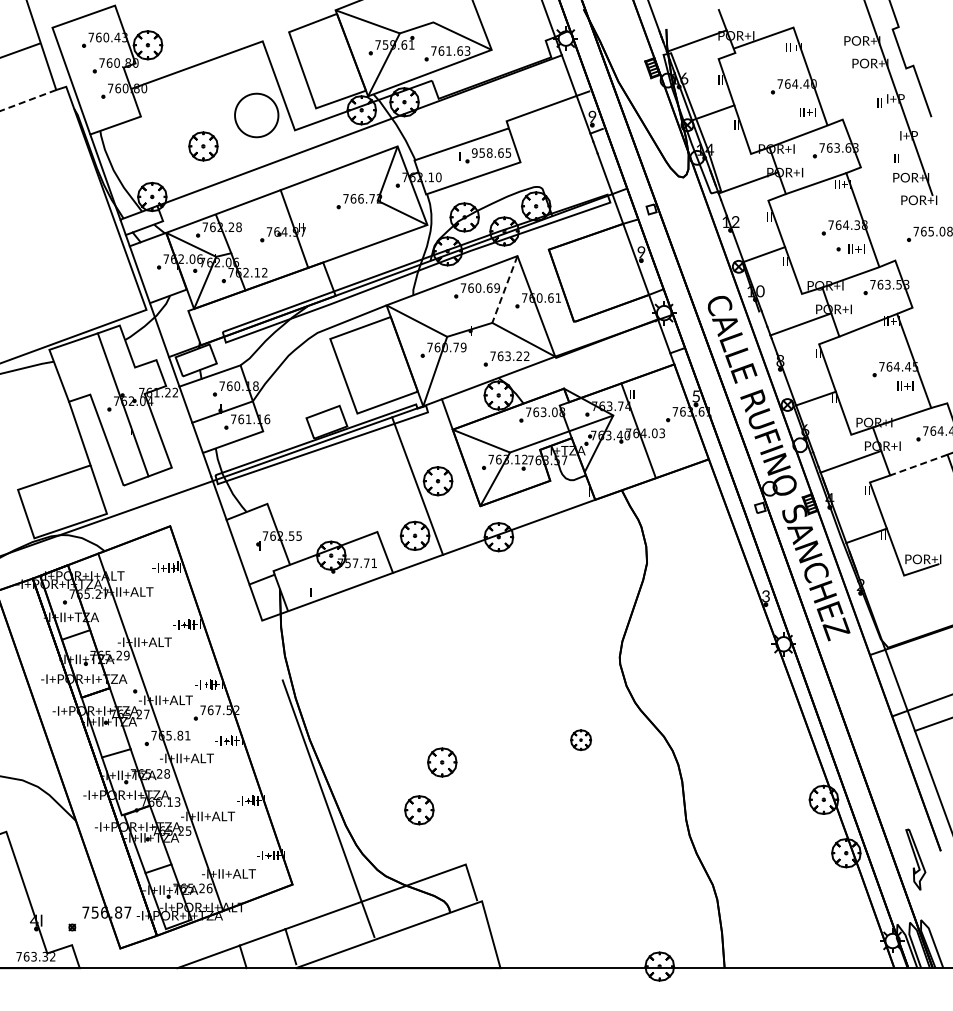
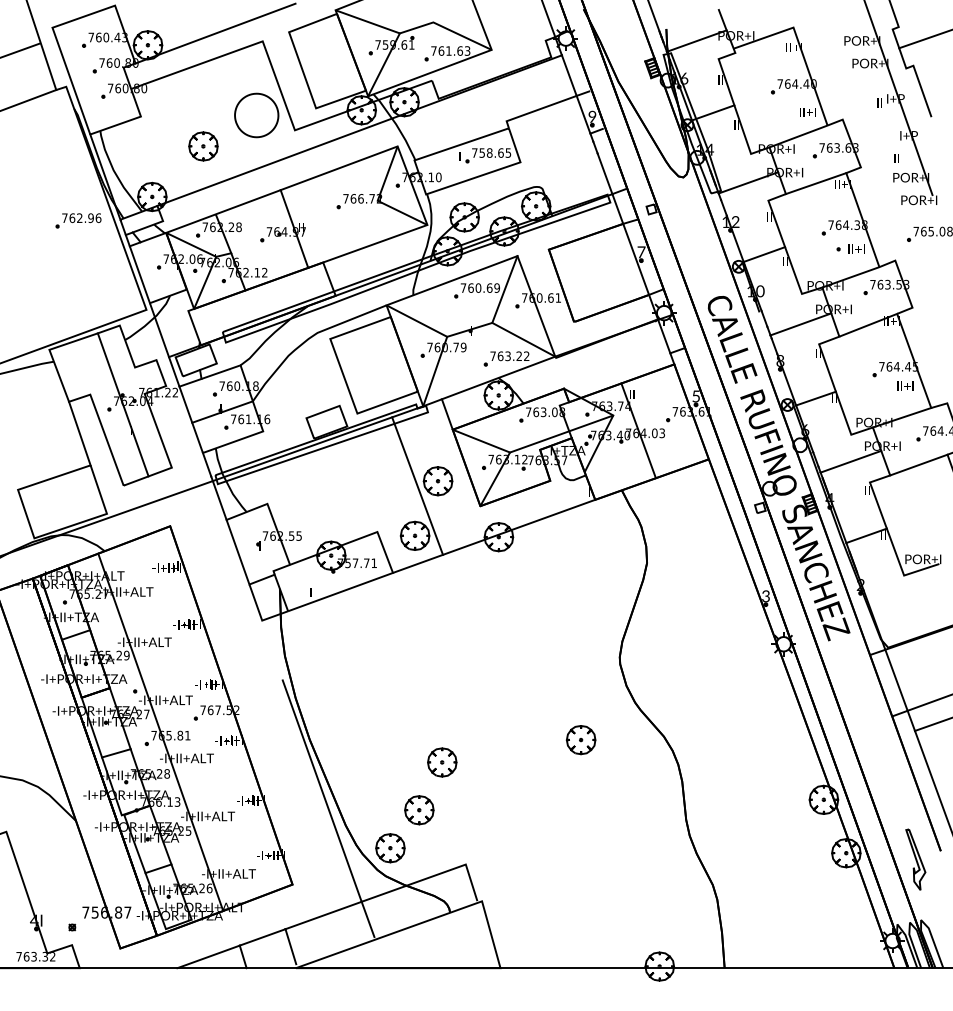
line at (215, 33): none -> present
line at (924, 39): none -> present
line at (28, 100): dashed -> solid
text at (474, 152): 958.65 -> 758.65
part at (78, 220): none -> present
text at (641, 251): 9 -> 7
line at (504, 289): dashed -> solid
line at (918, 465): dashed -> solid
part at (581, 739) size: 23x22 px -> 32x31 px
part at (390, 848): none -> present
